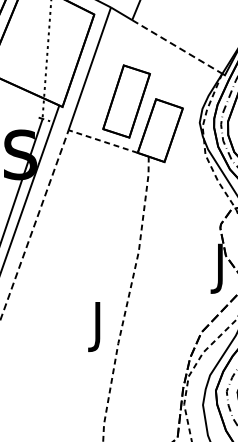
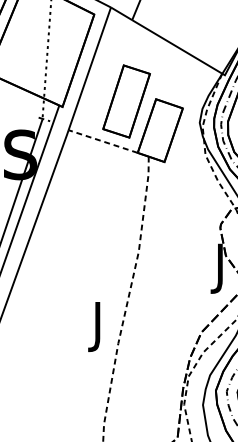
line at (177, 47): dashed -> solid
line at (34, 225): dashed -> solid
